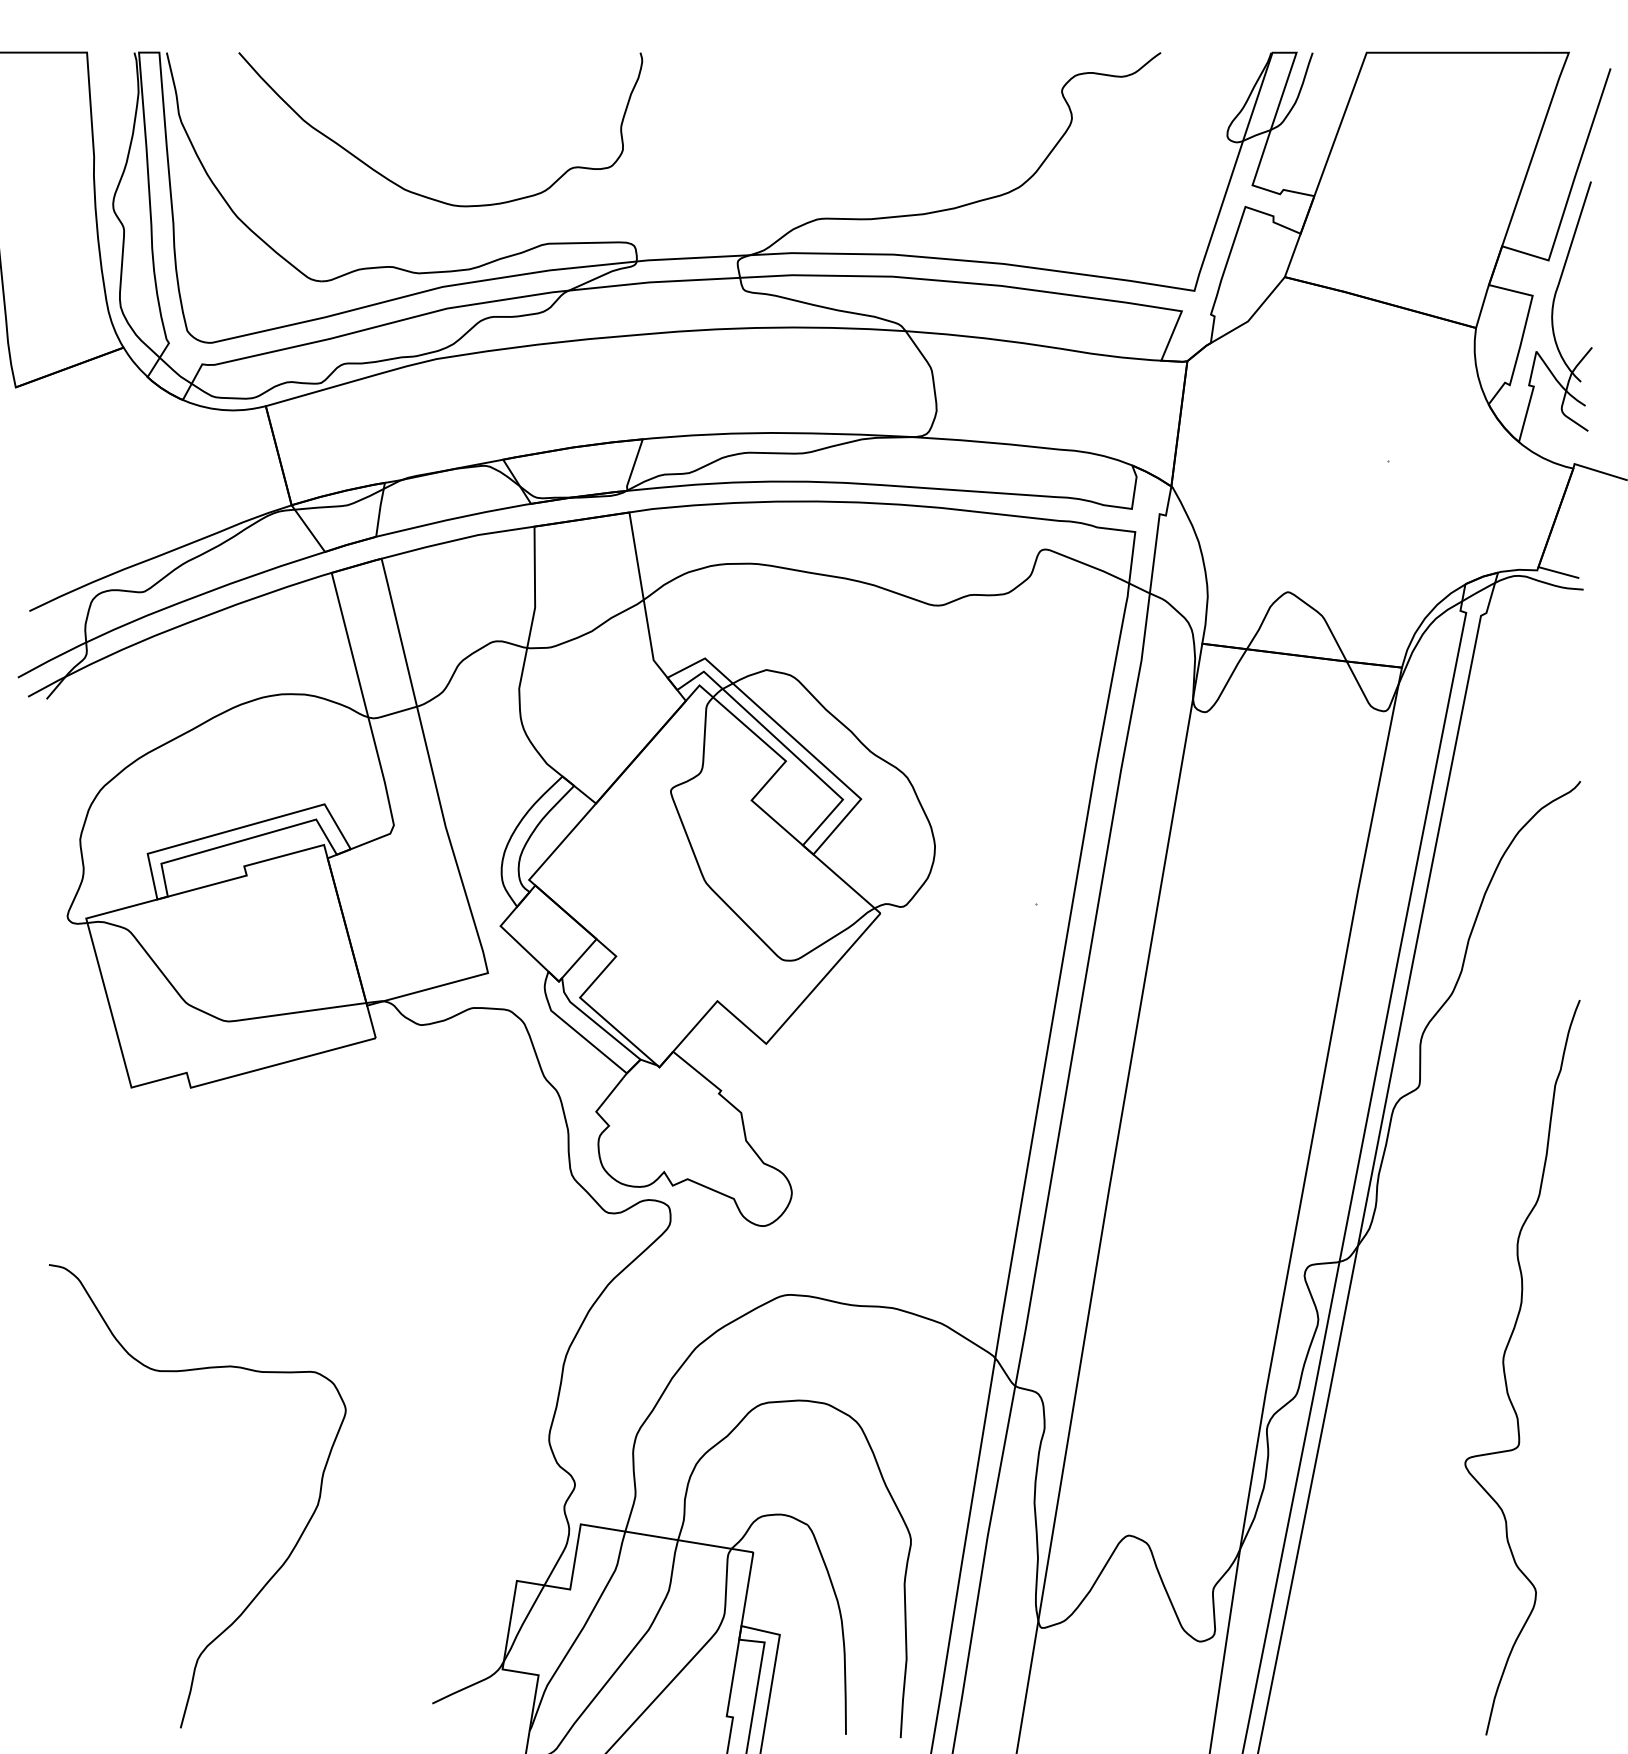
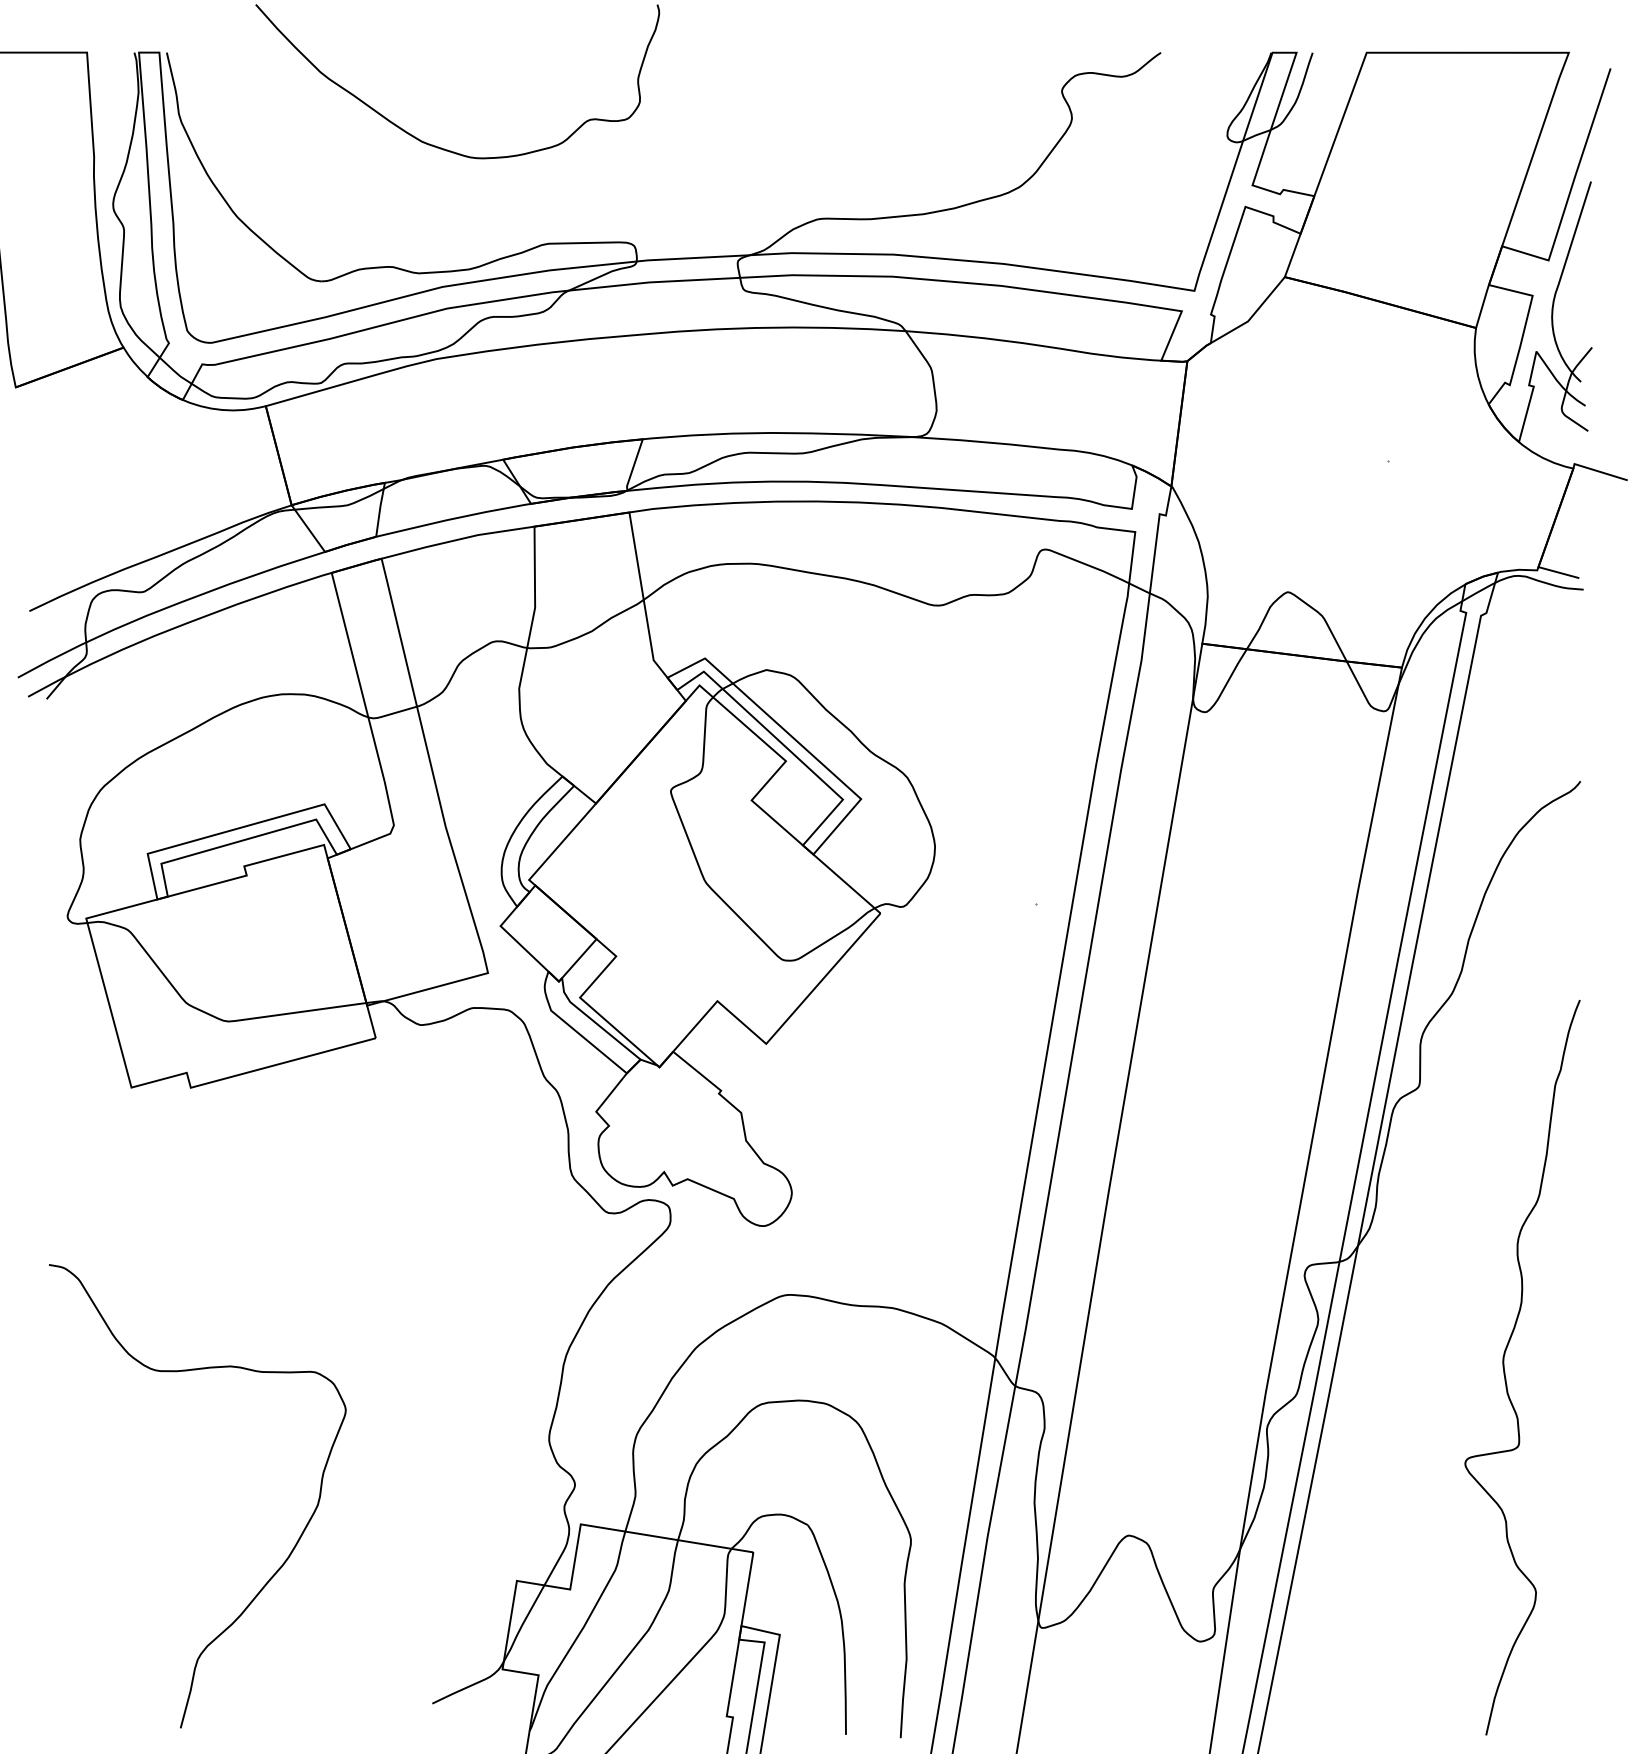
curve at (418, 193) position: (418, 193) -> (435, 145)
